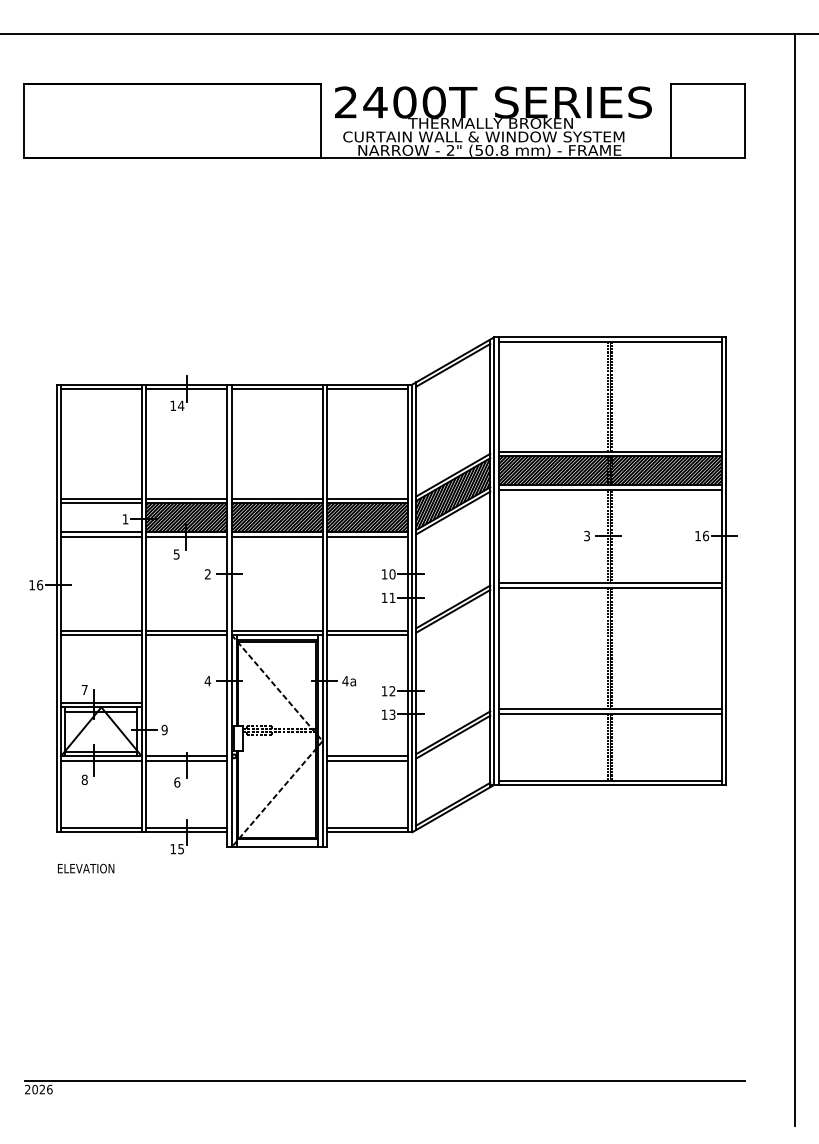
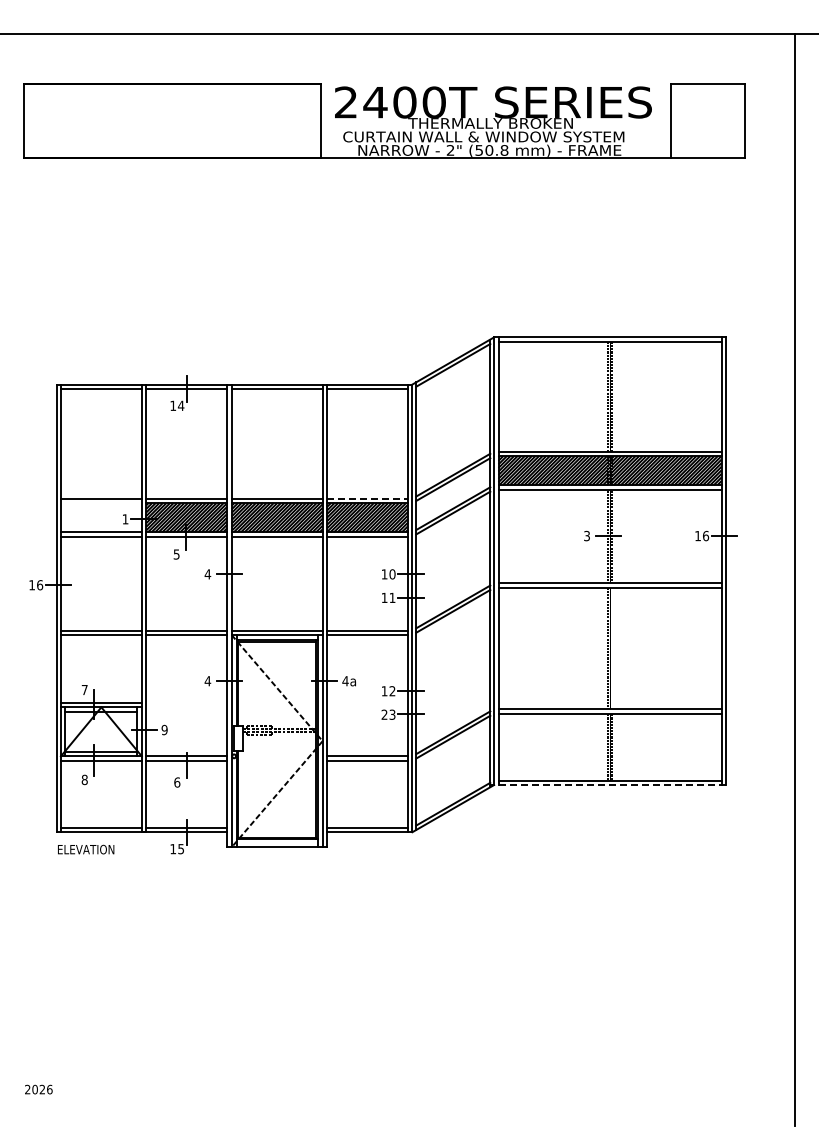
hatch at (453, 493): present -> none
line at (368, 498): solid -> dashed
line at (100, 503): present -> none
text at (207, 574): 2 -> 4
line at (612, 648): present -> none
text at (384, 714): 13 -> 23
line at (608, 785): solid -> dashed
text at (86, 868) position: (86, 868) -> (86, 849)
line at (384, 1081): present -> none
